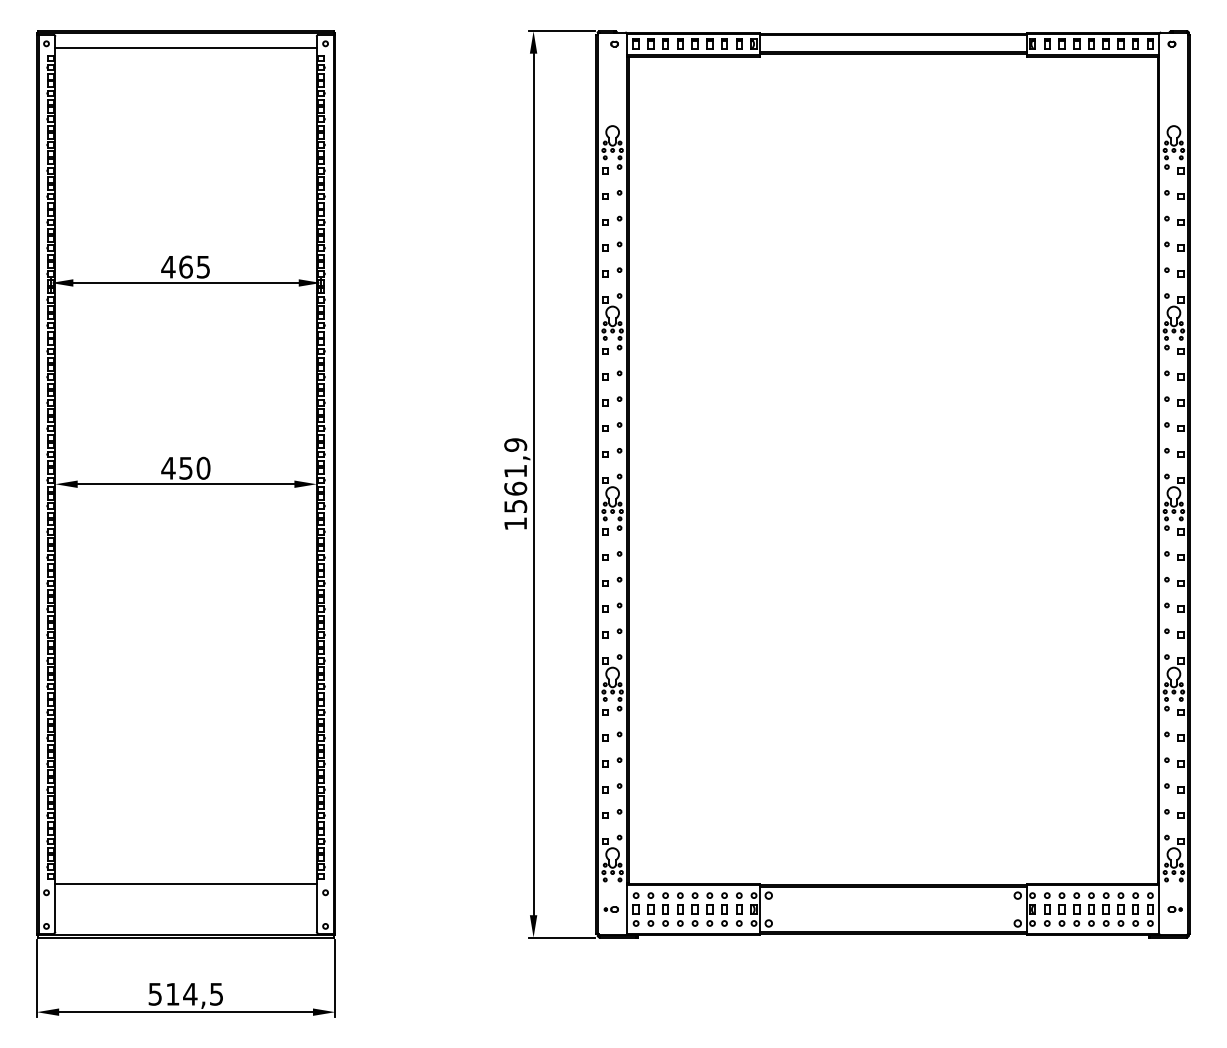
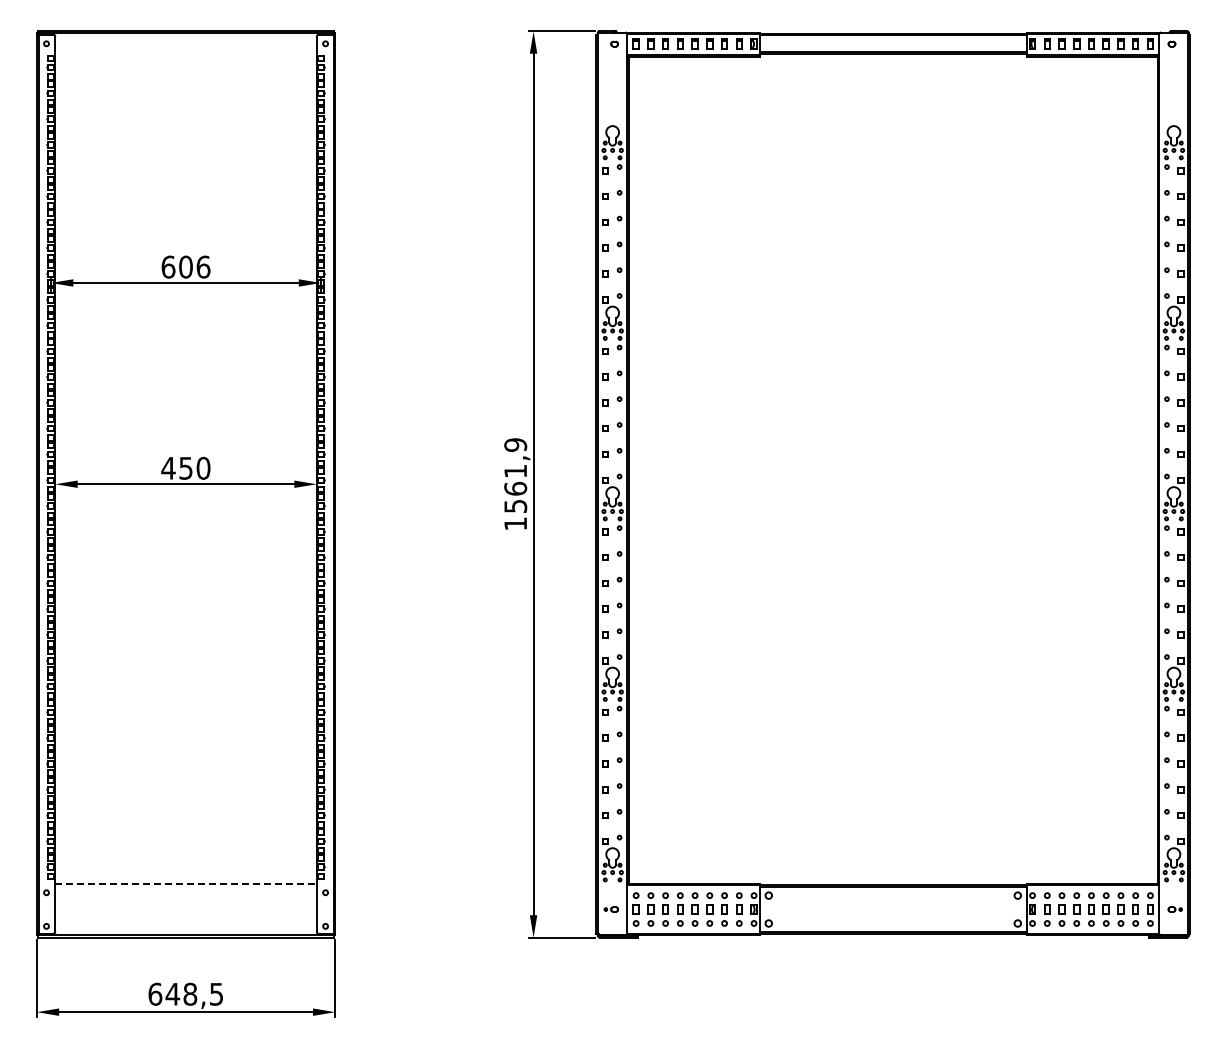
line at (185, 47): present -> none
text at (185, 266): 465 -> 606
line at (186, 883): solid -> dashed
text at (172, 993): 514,5 -> 648,5
